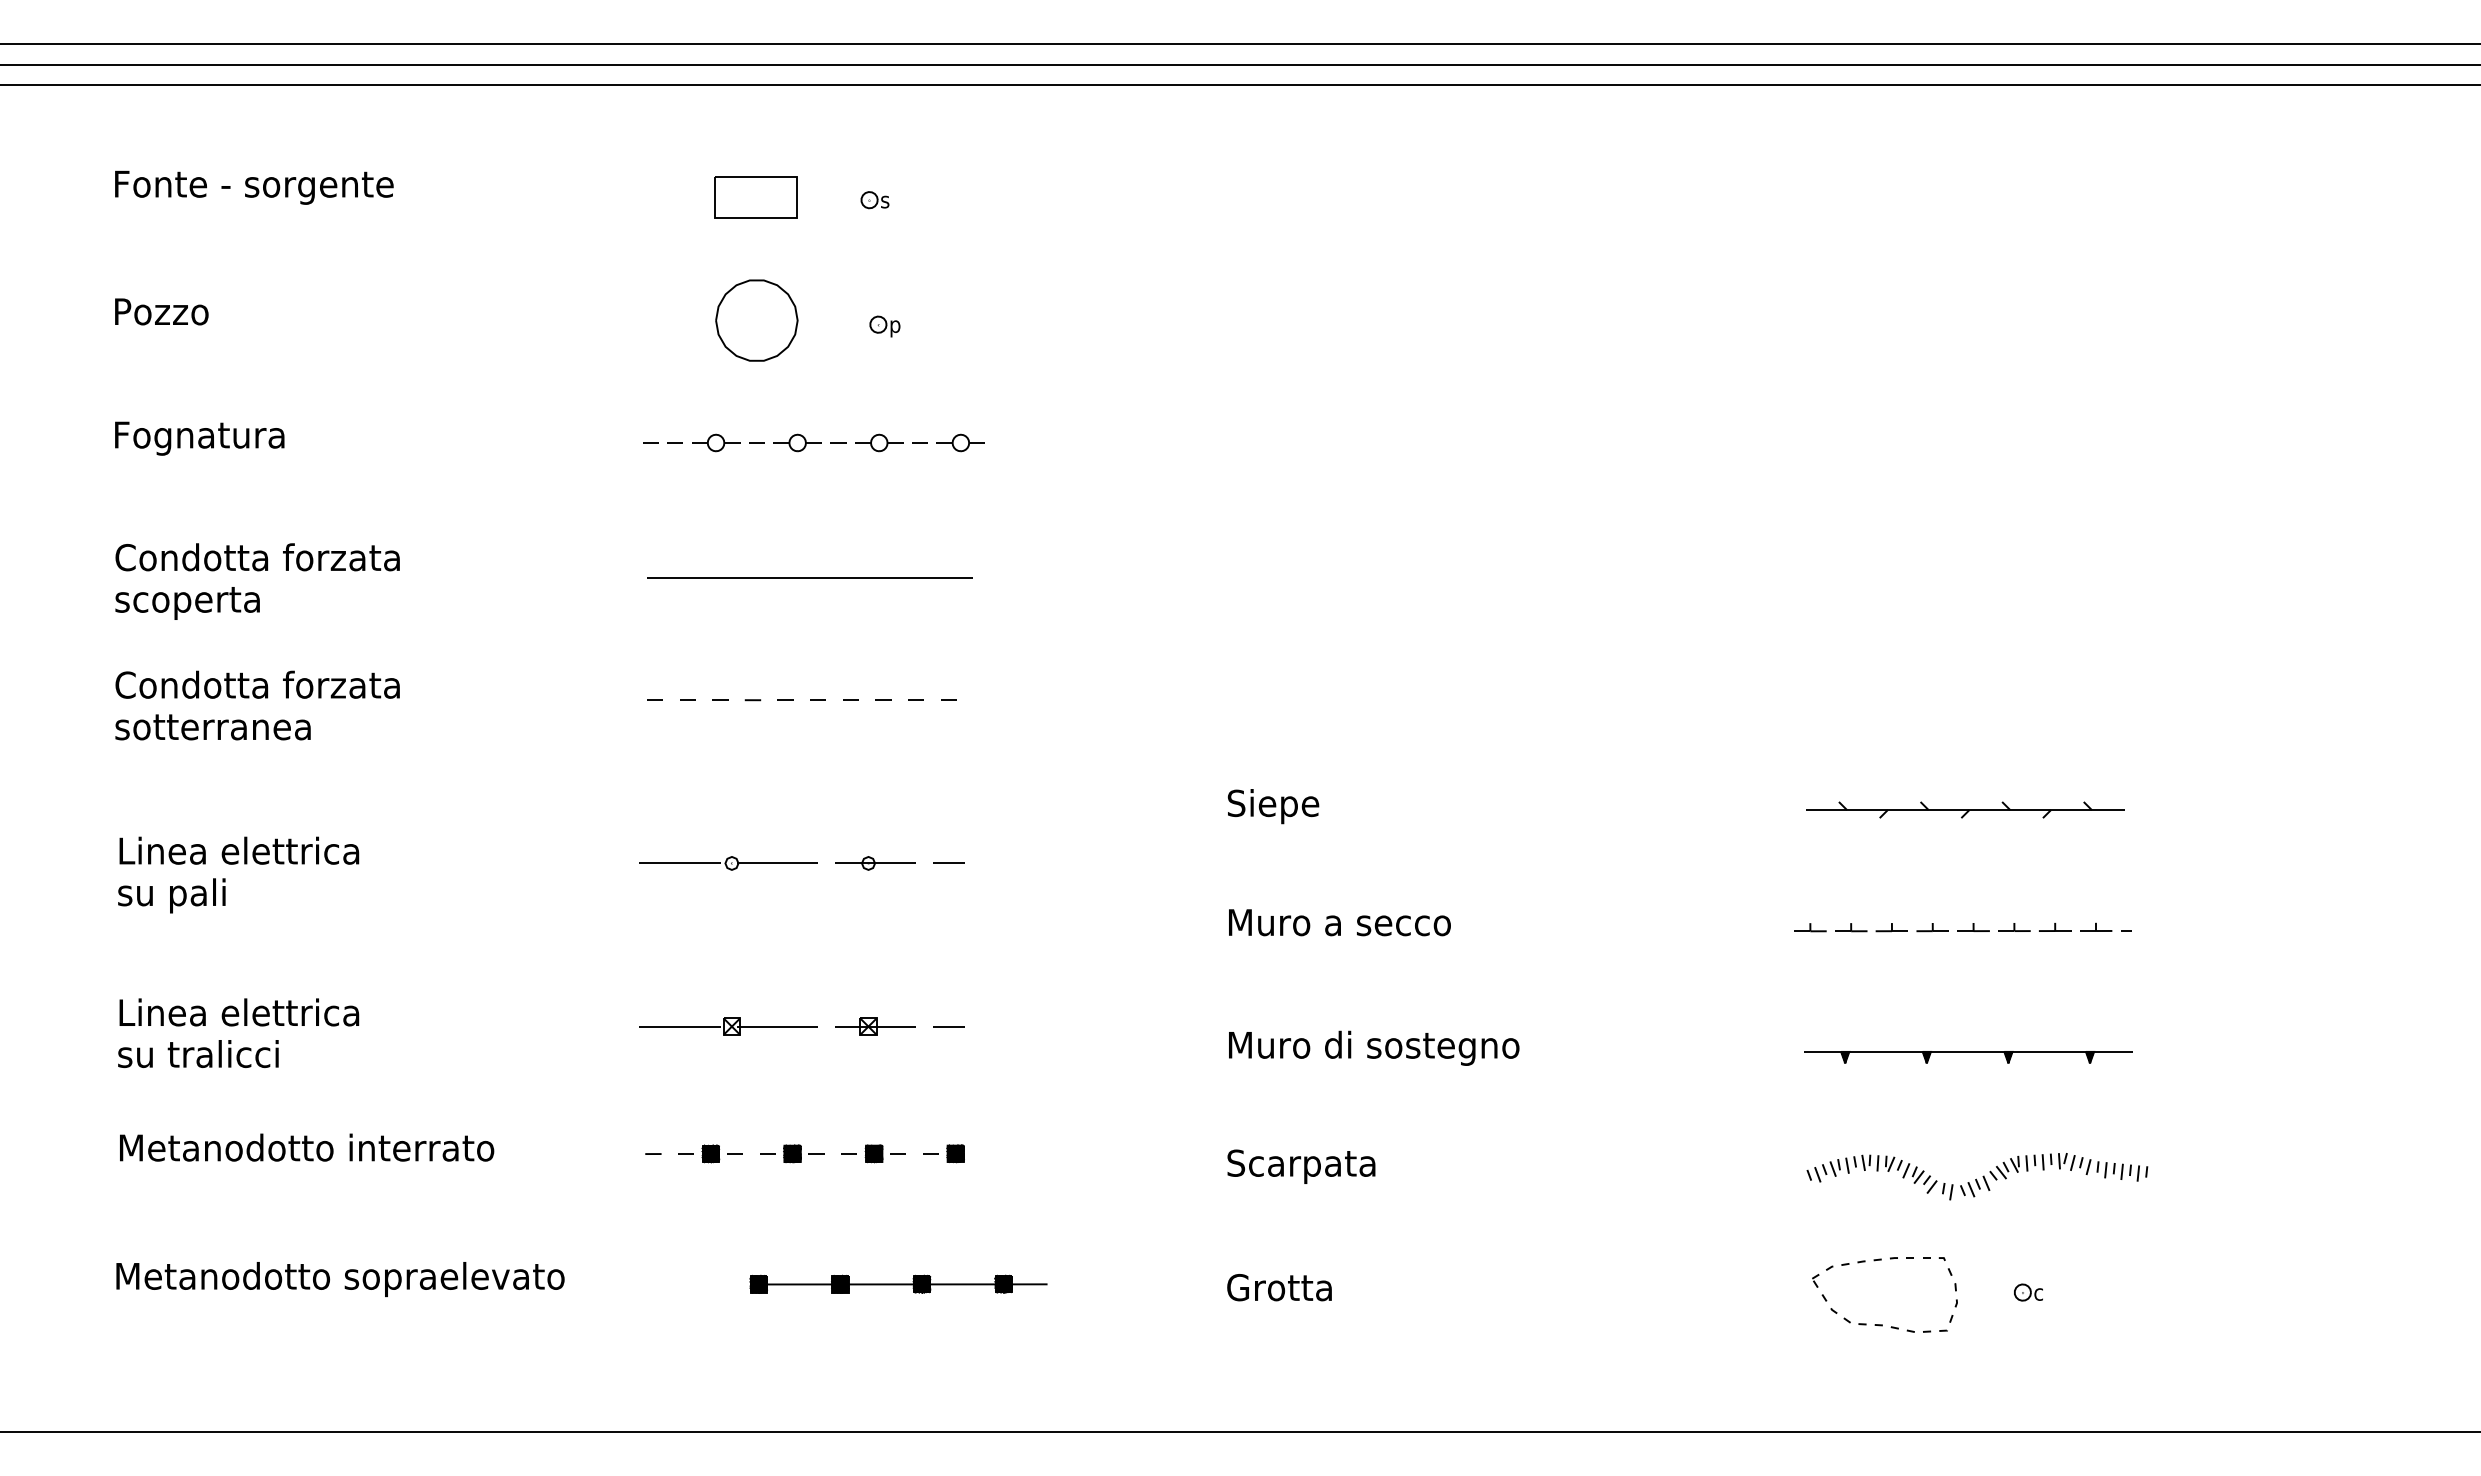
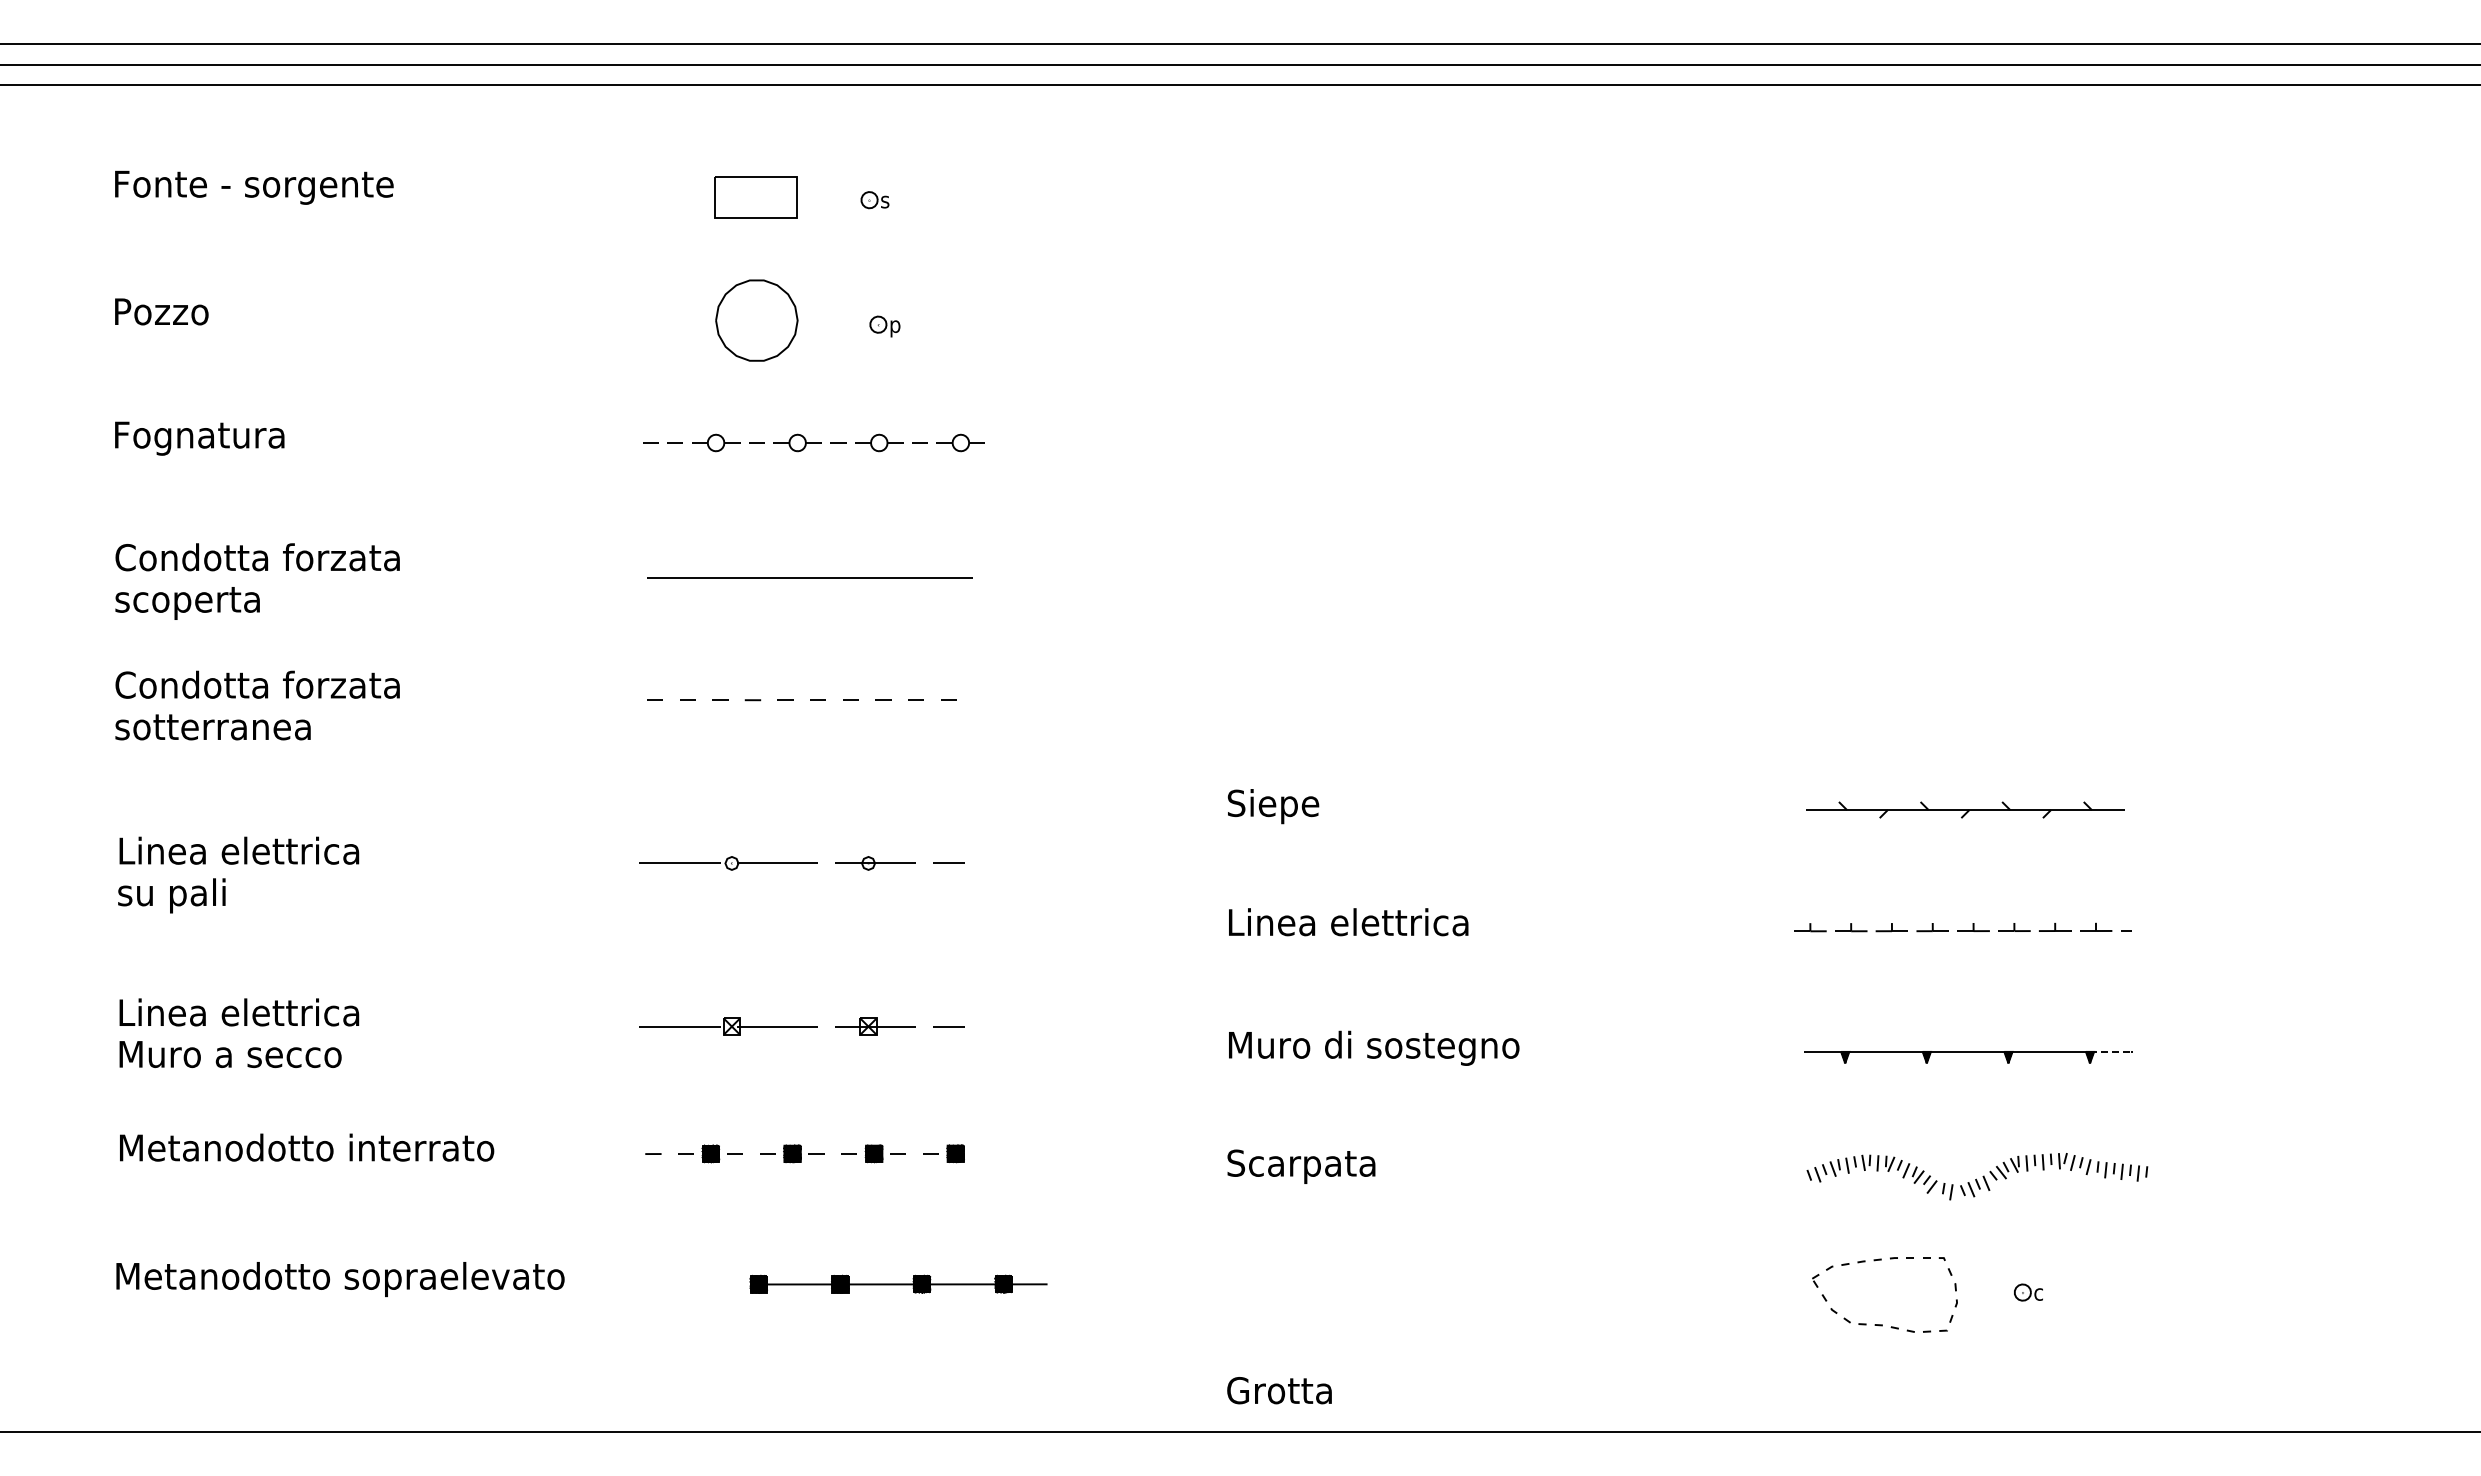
text at (1350, 922): Muro a secco -> Linea elettrica
line at (2110, 1051): solid -> dashed
text at (229, 1054): su tralicci -> Muro a secco
text at (1279, 1287) position: (1279, 1287) -> (1279, 1390)
